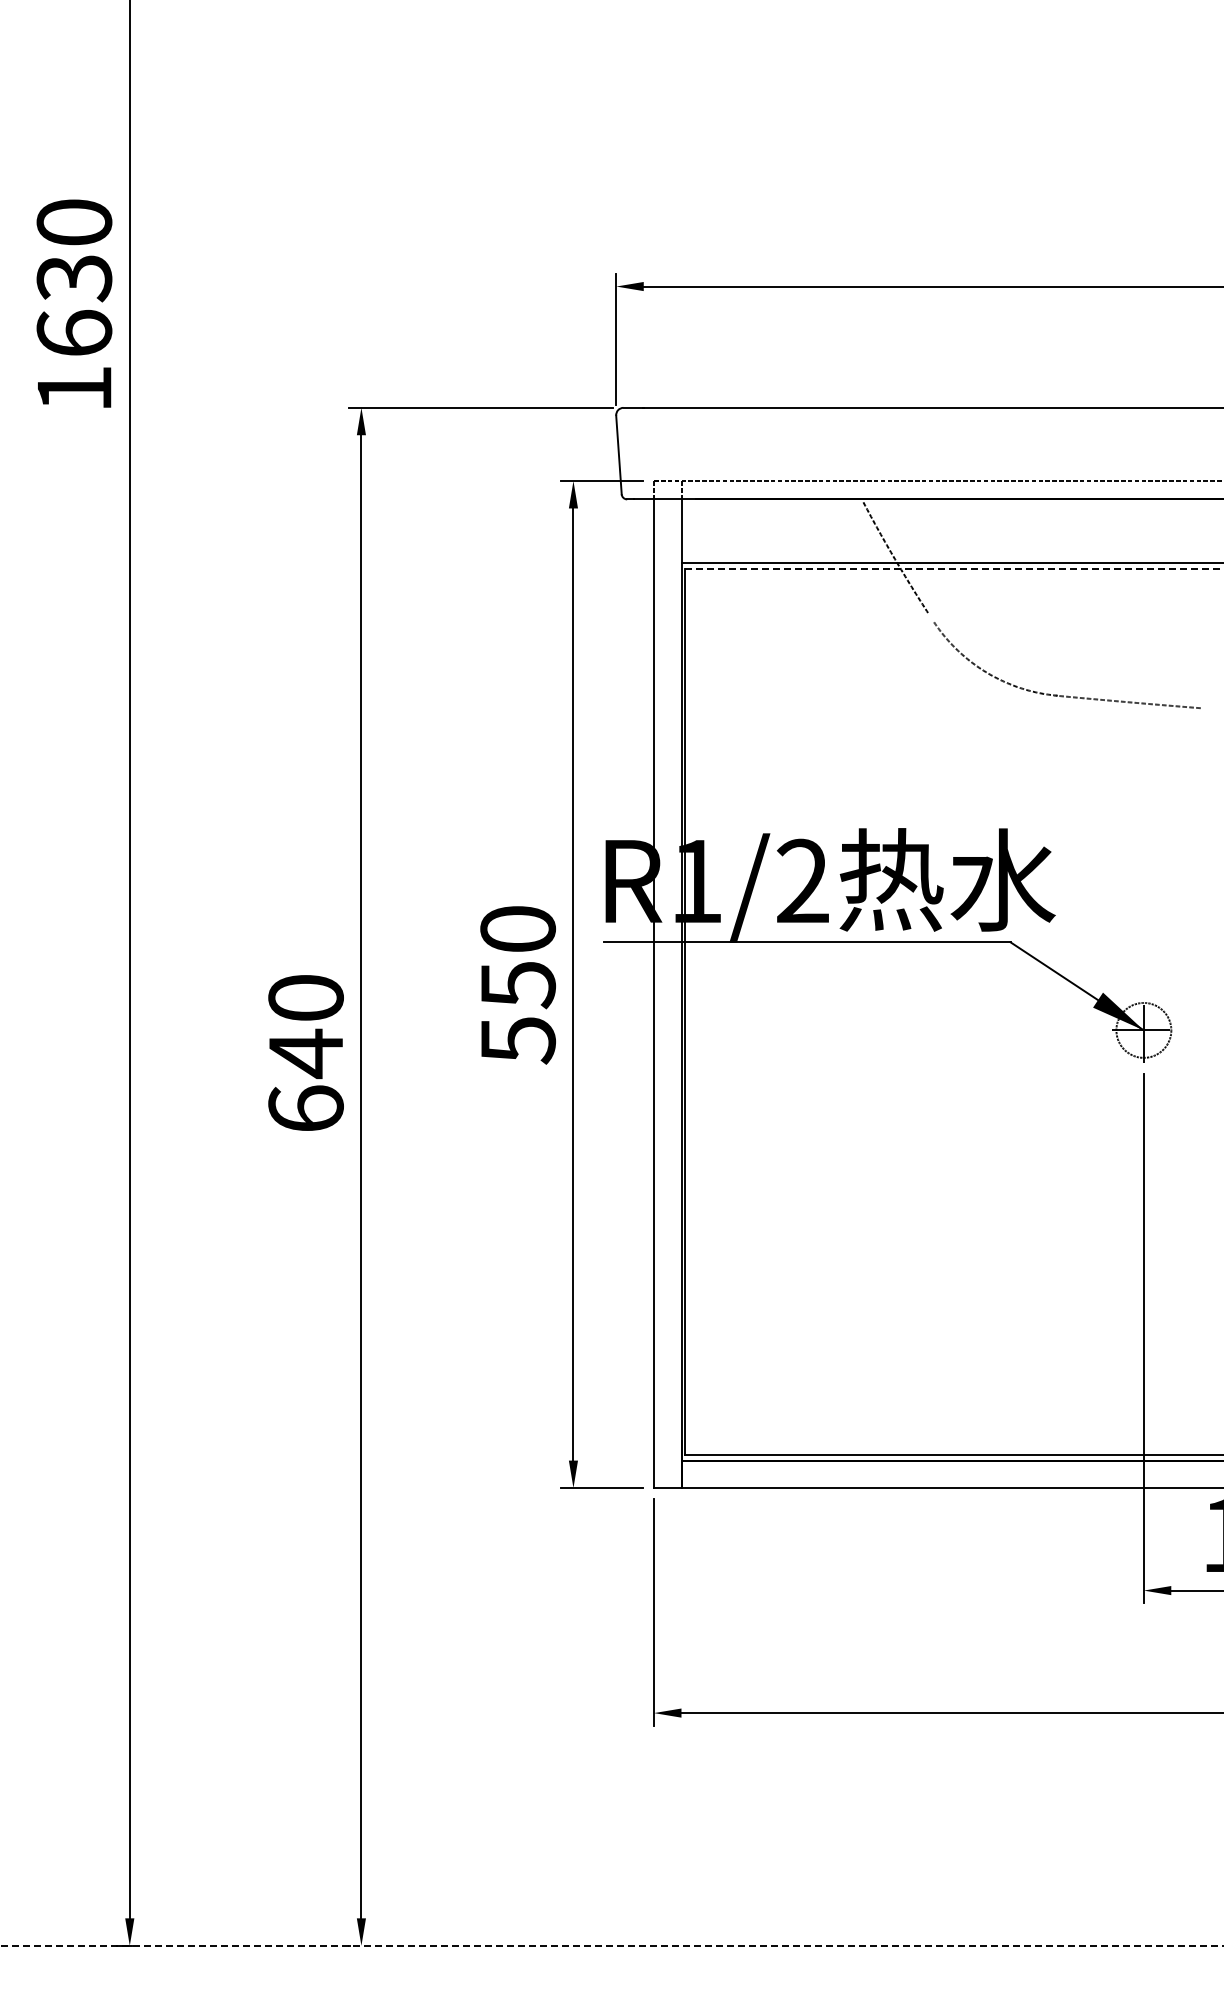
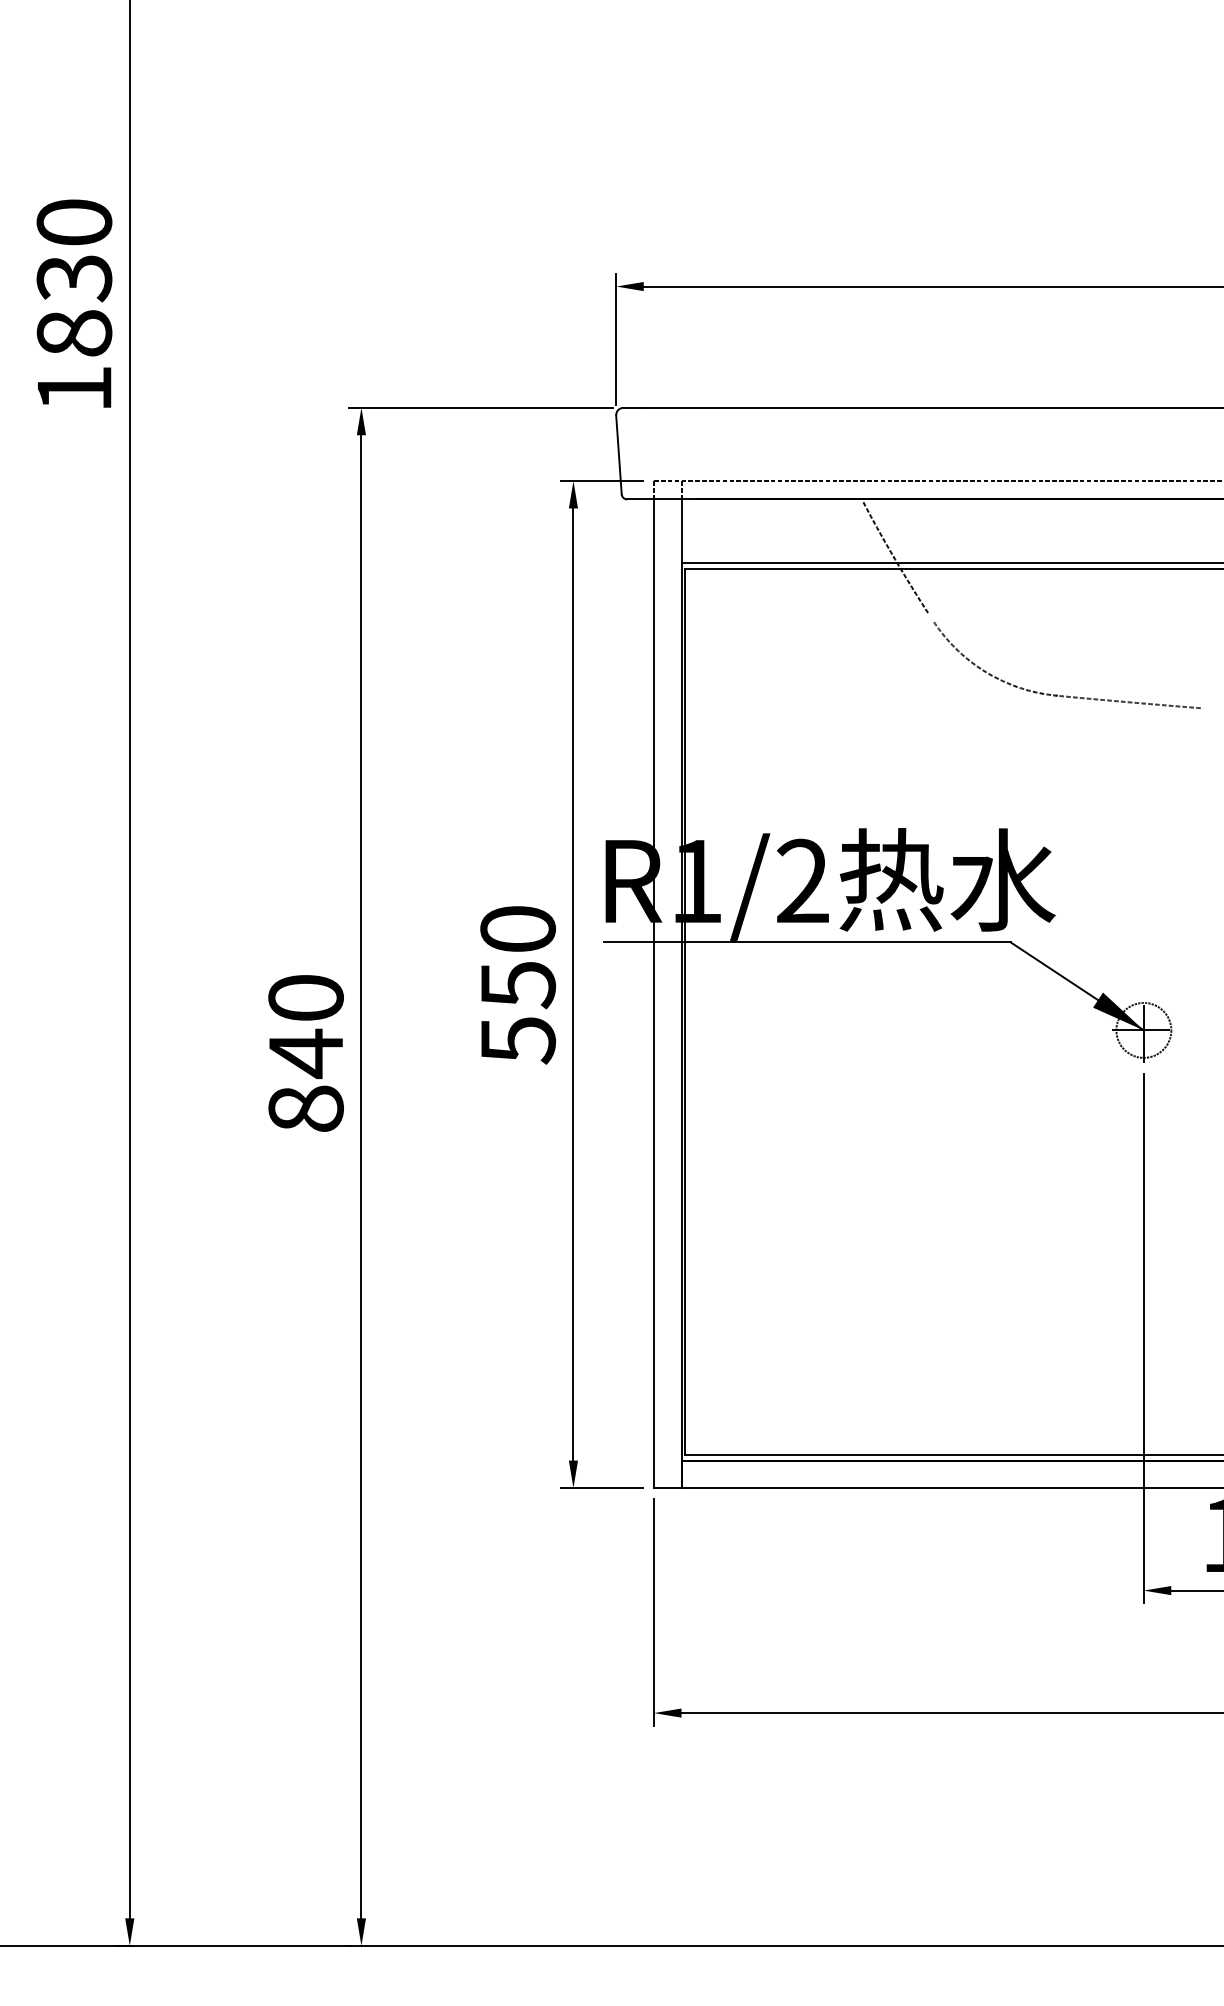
text at (74, 332): 1630 -> 1830
line at (954, 568): dashed -> solid
text at (305, 1108): 640 -> 840
line at (611, 1945): dashed -> solid
